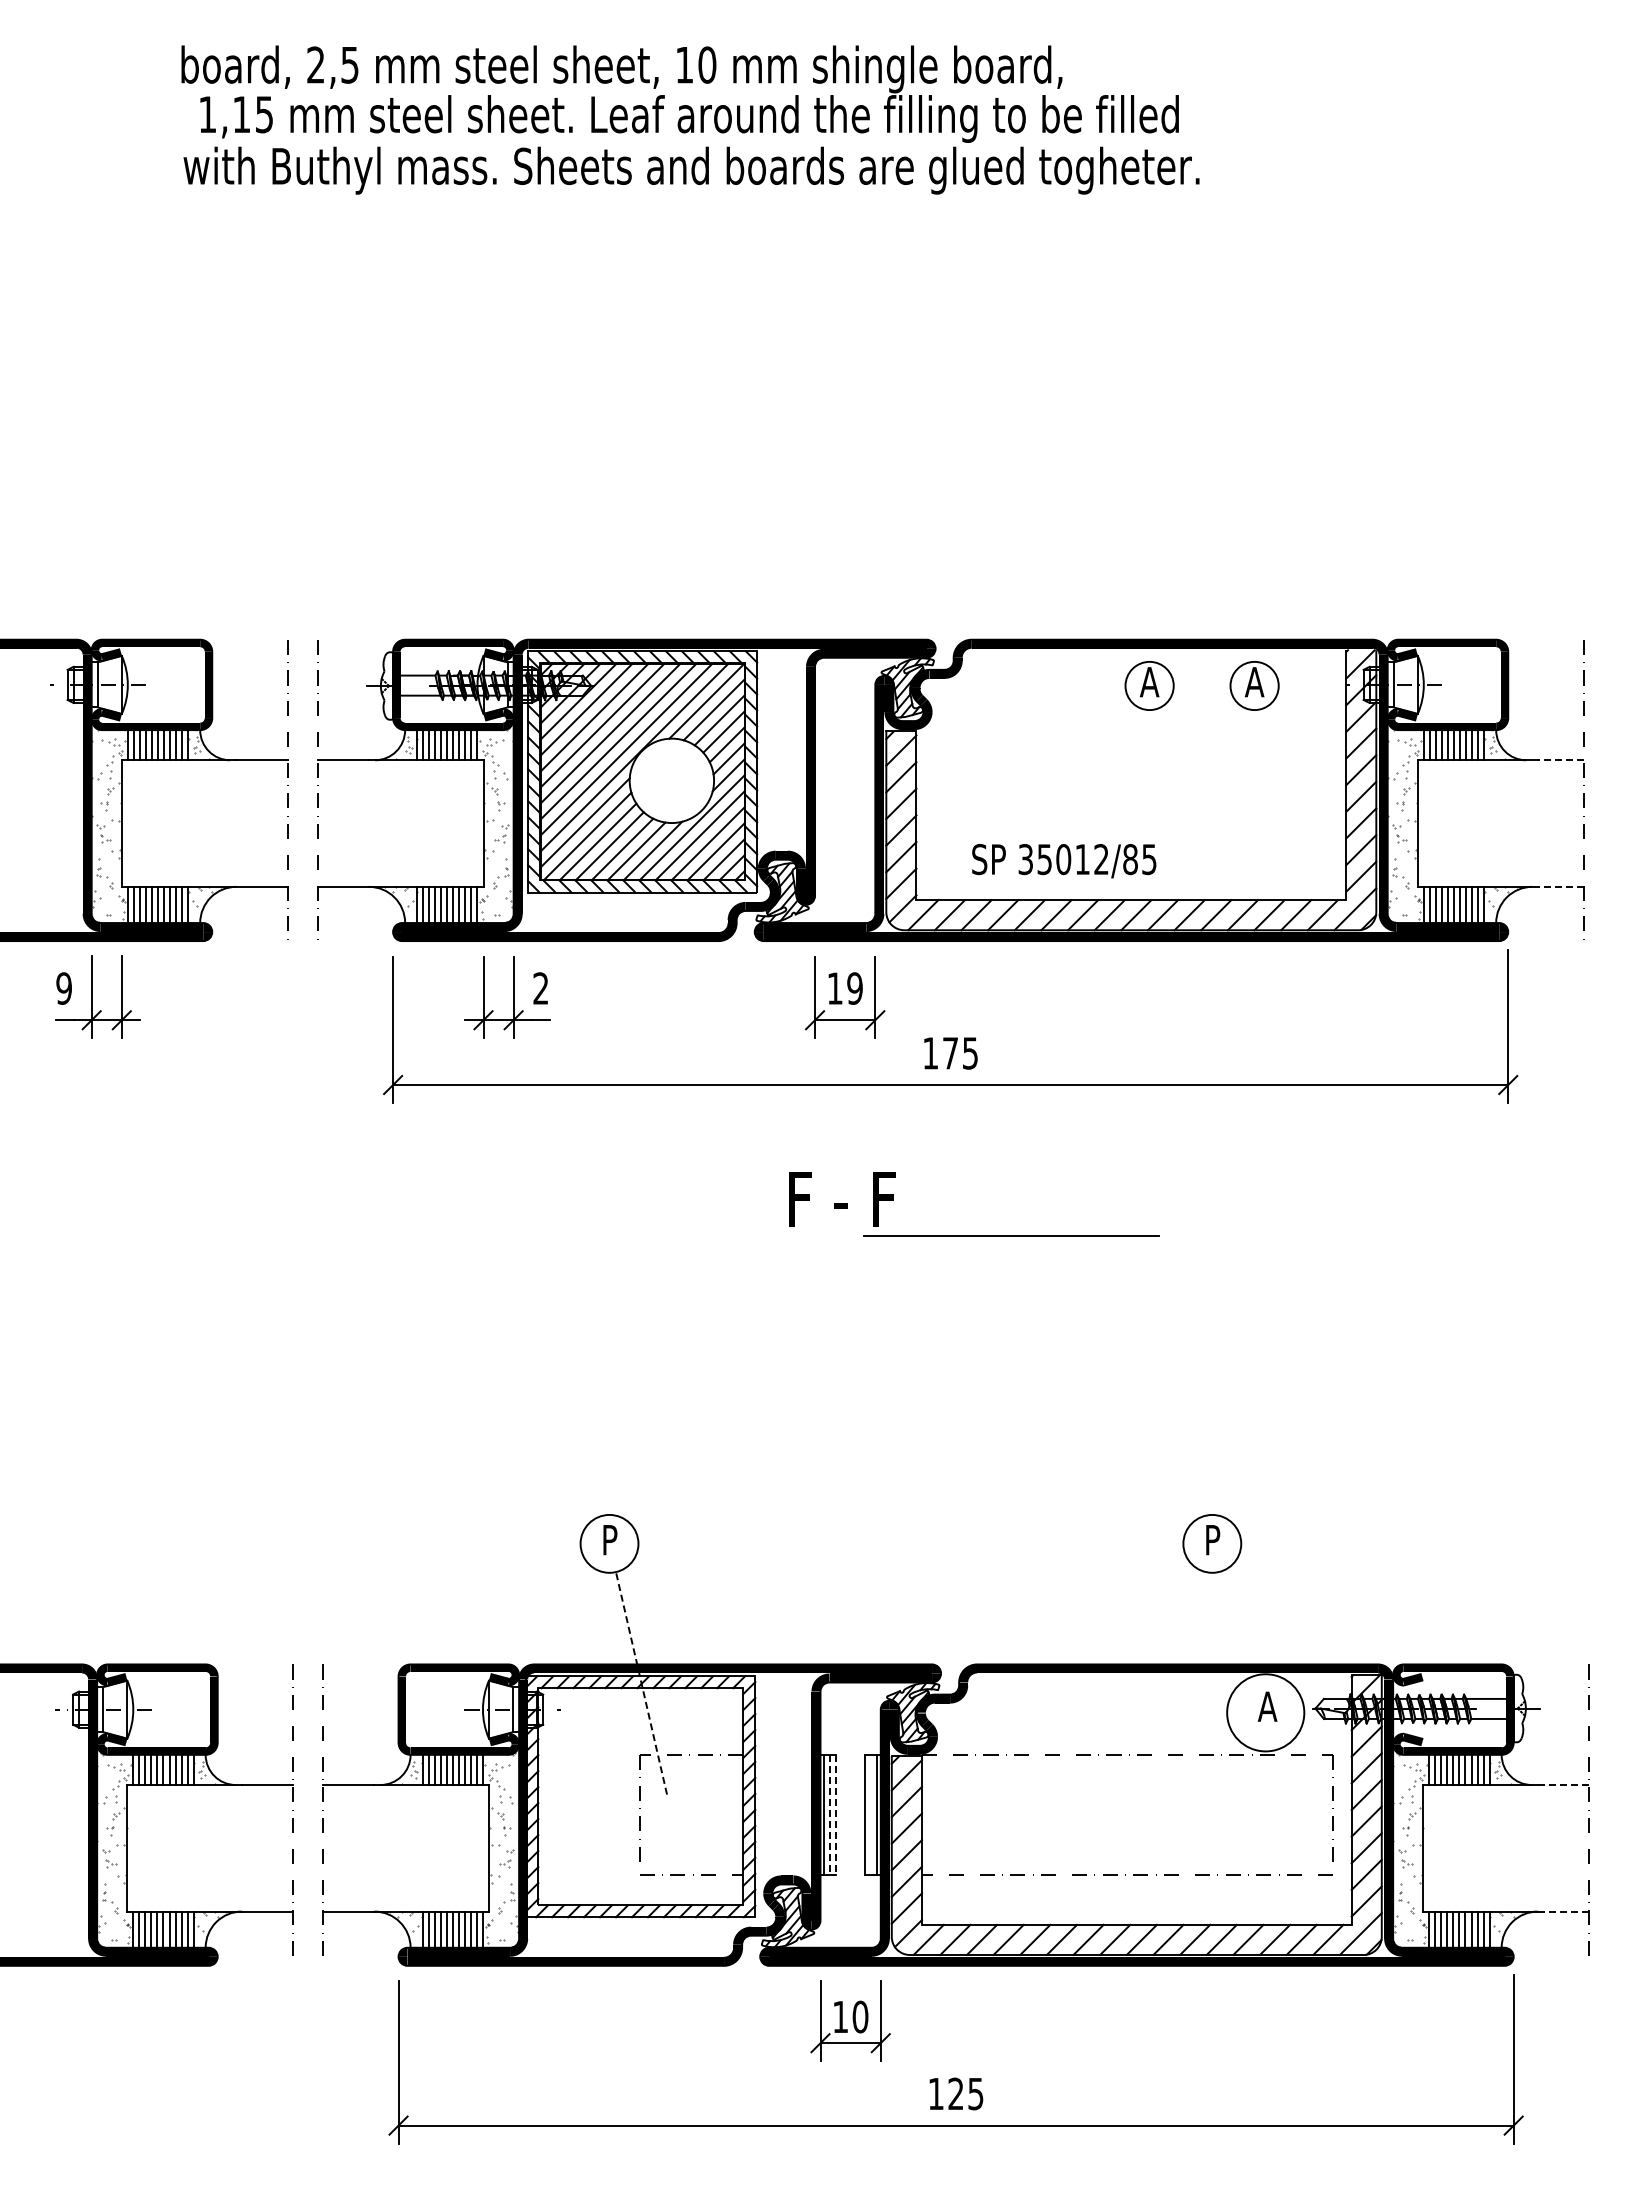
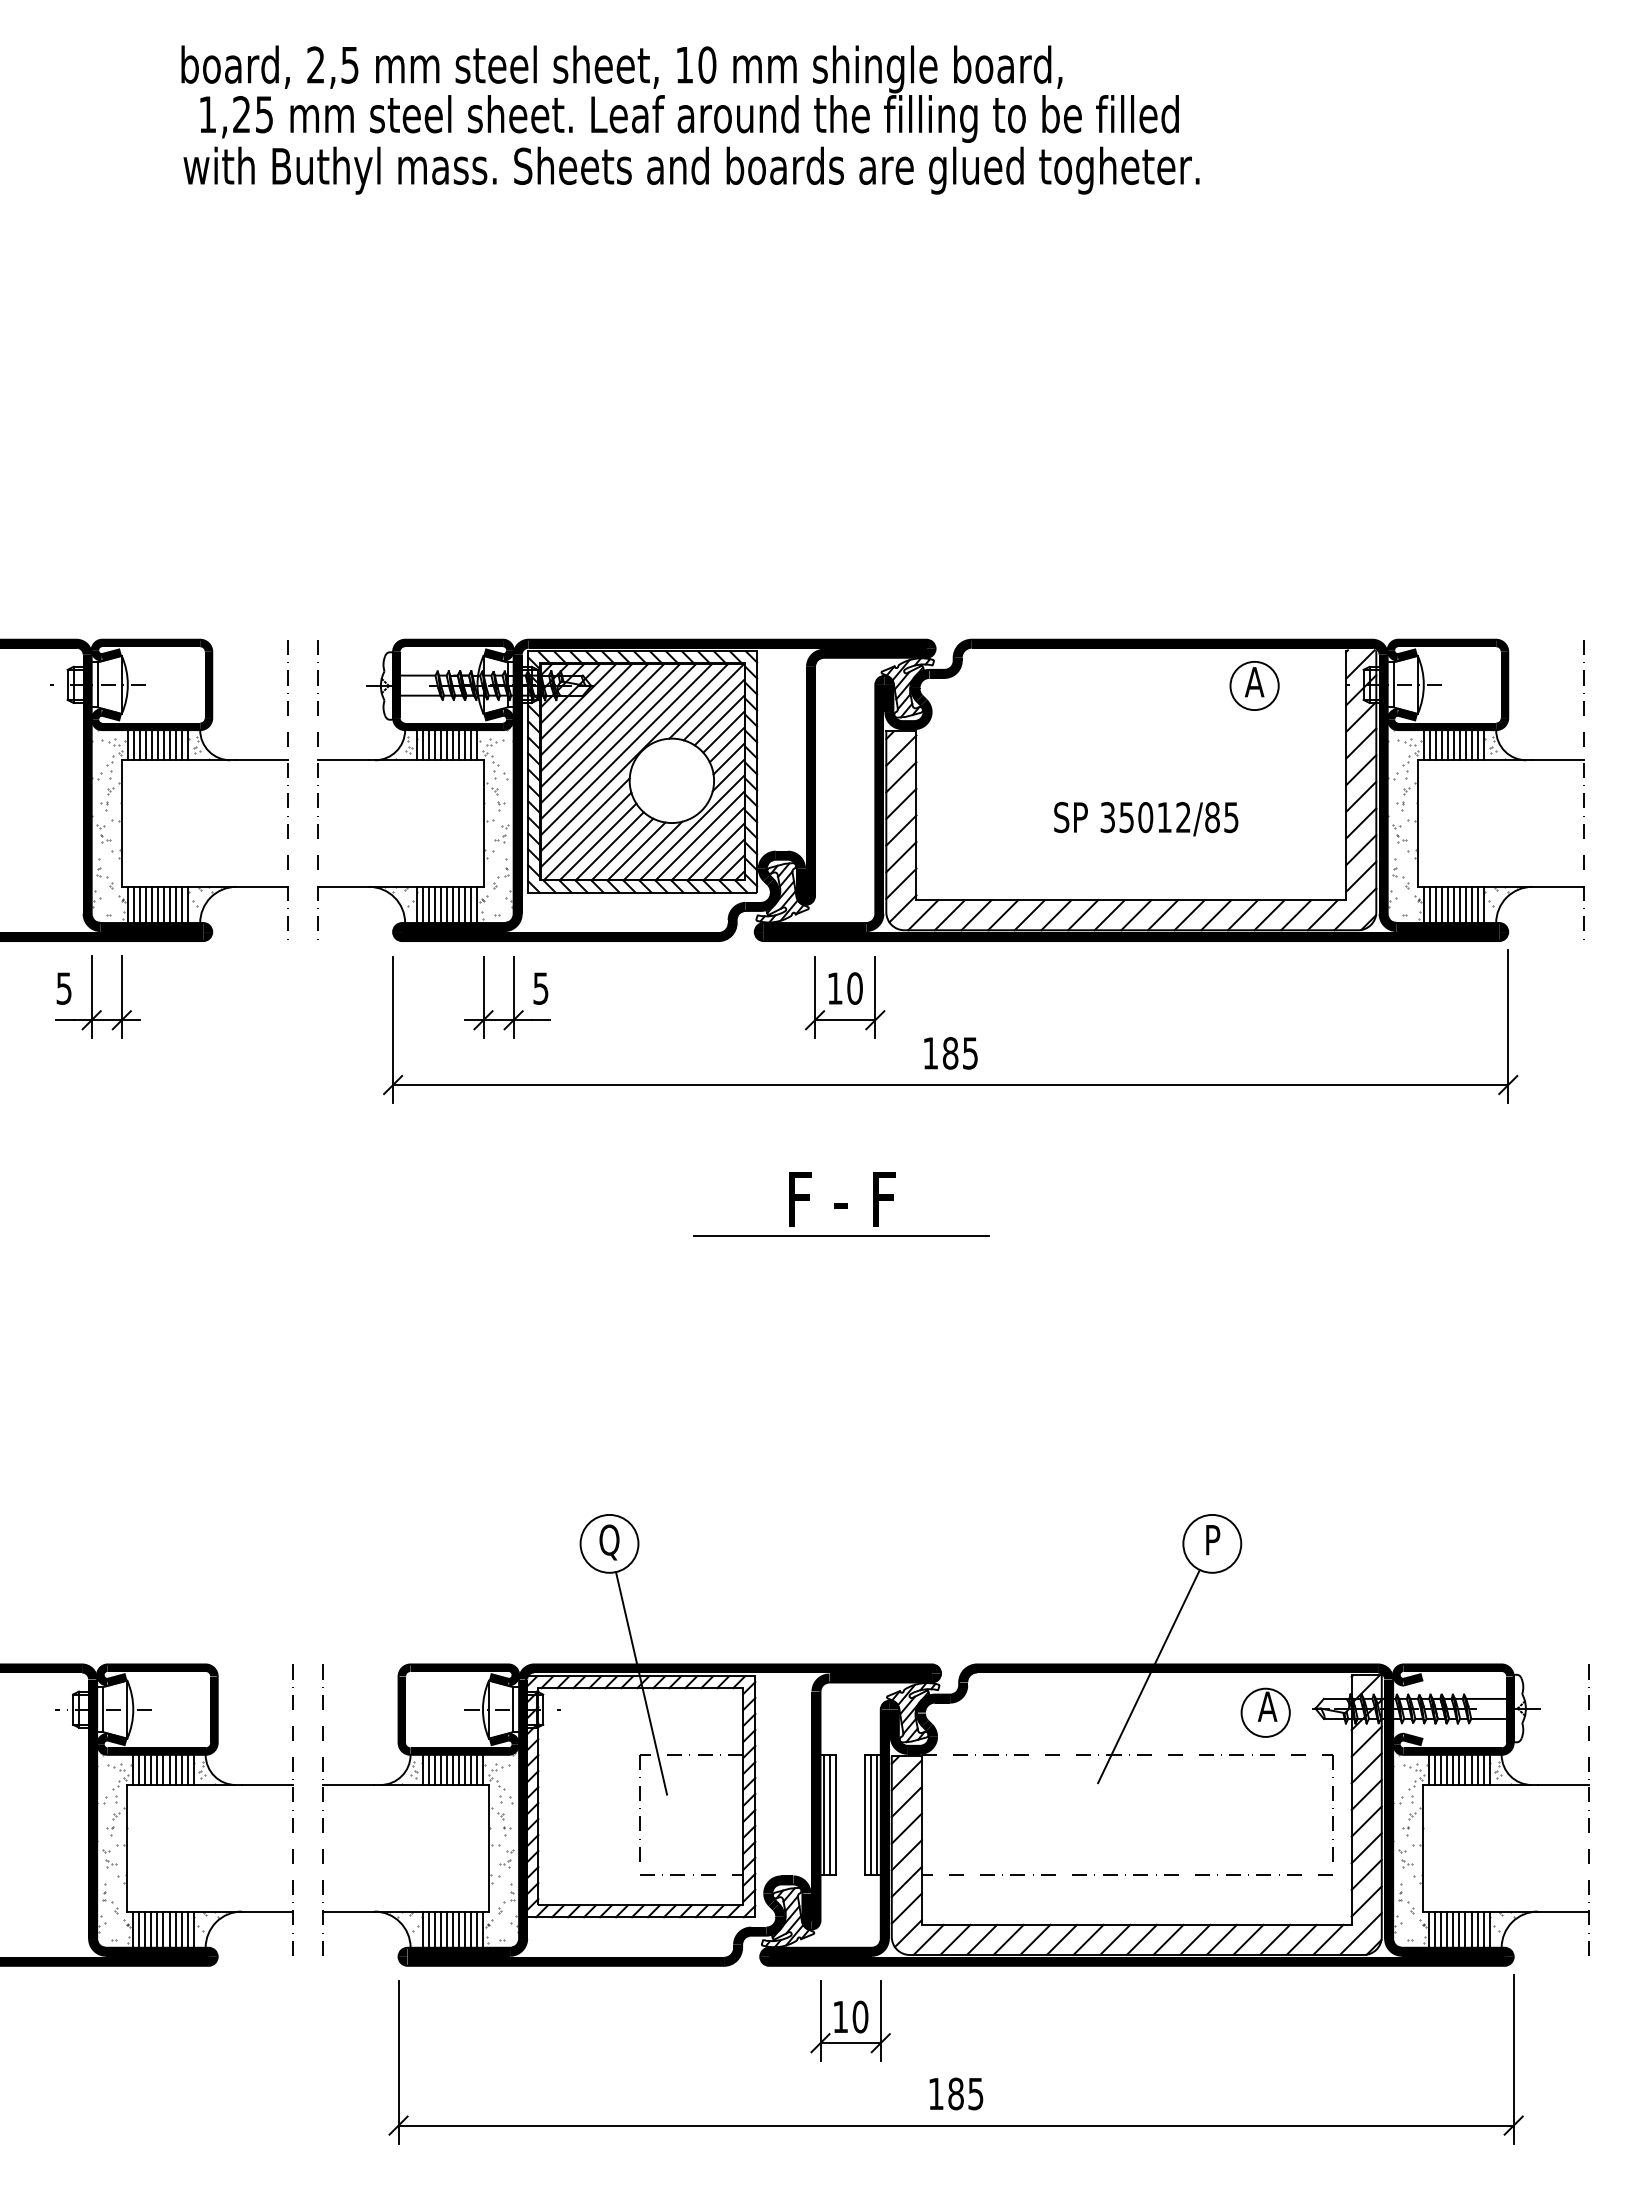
text at (241, 114): 1,15 -> 1,25
part at (1149, 685): present -> none
line at (1557, 760): dashed -> solid
text at (1064, 861) position: (1064, 861) -> (1146, 819)
line at (1557, 886): dashed -> solid
text at (63, 988): 9 -> 5
text at (540, 988): 2 -> 5
text at (854, 988): 19 -> 10
text at (950, 1053): 175 -> 185
line at (1011, 1235) position: (1011, 1235) -> (841, 1235)
text at (609, 1542): P -> Q
line at (1148, 1676): none -> present
line at (641, 1682): dashed -> solid
circle at (1265, 1712) diameter: 77 px -> 48 px
line at (1563, 1785): dashed -> solid
line at (871, 1814): none -> present
line at (829, 1815): dashed -> solid
line at (835, 1815): dashed -> solid
line at (1563, 1911): dashed -> solid
text at (955, 2093): 125 -> 185
